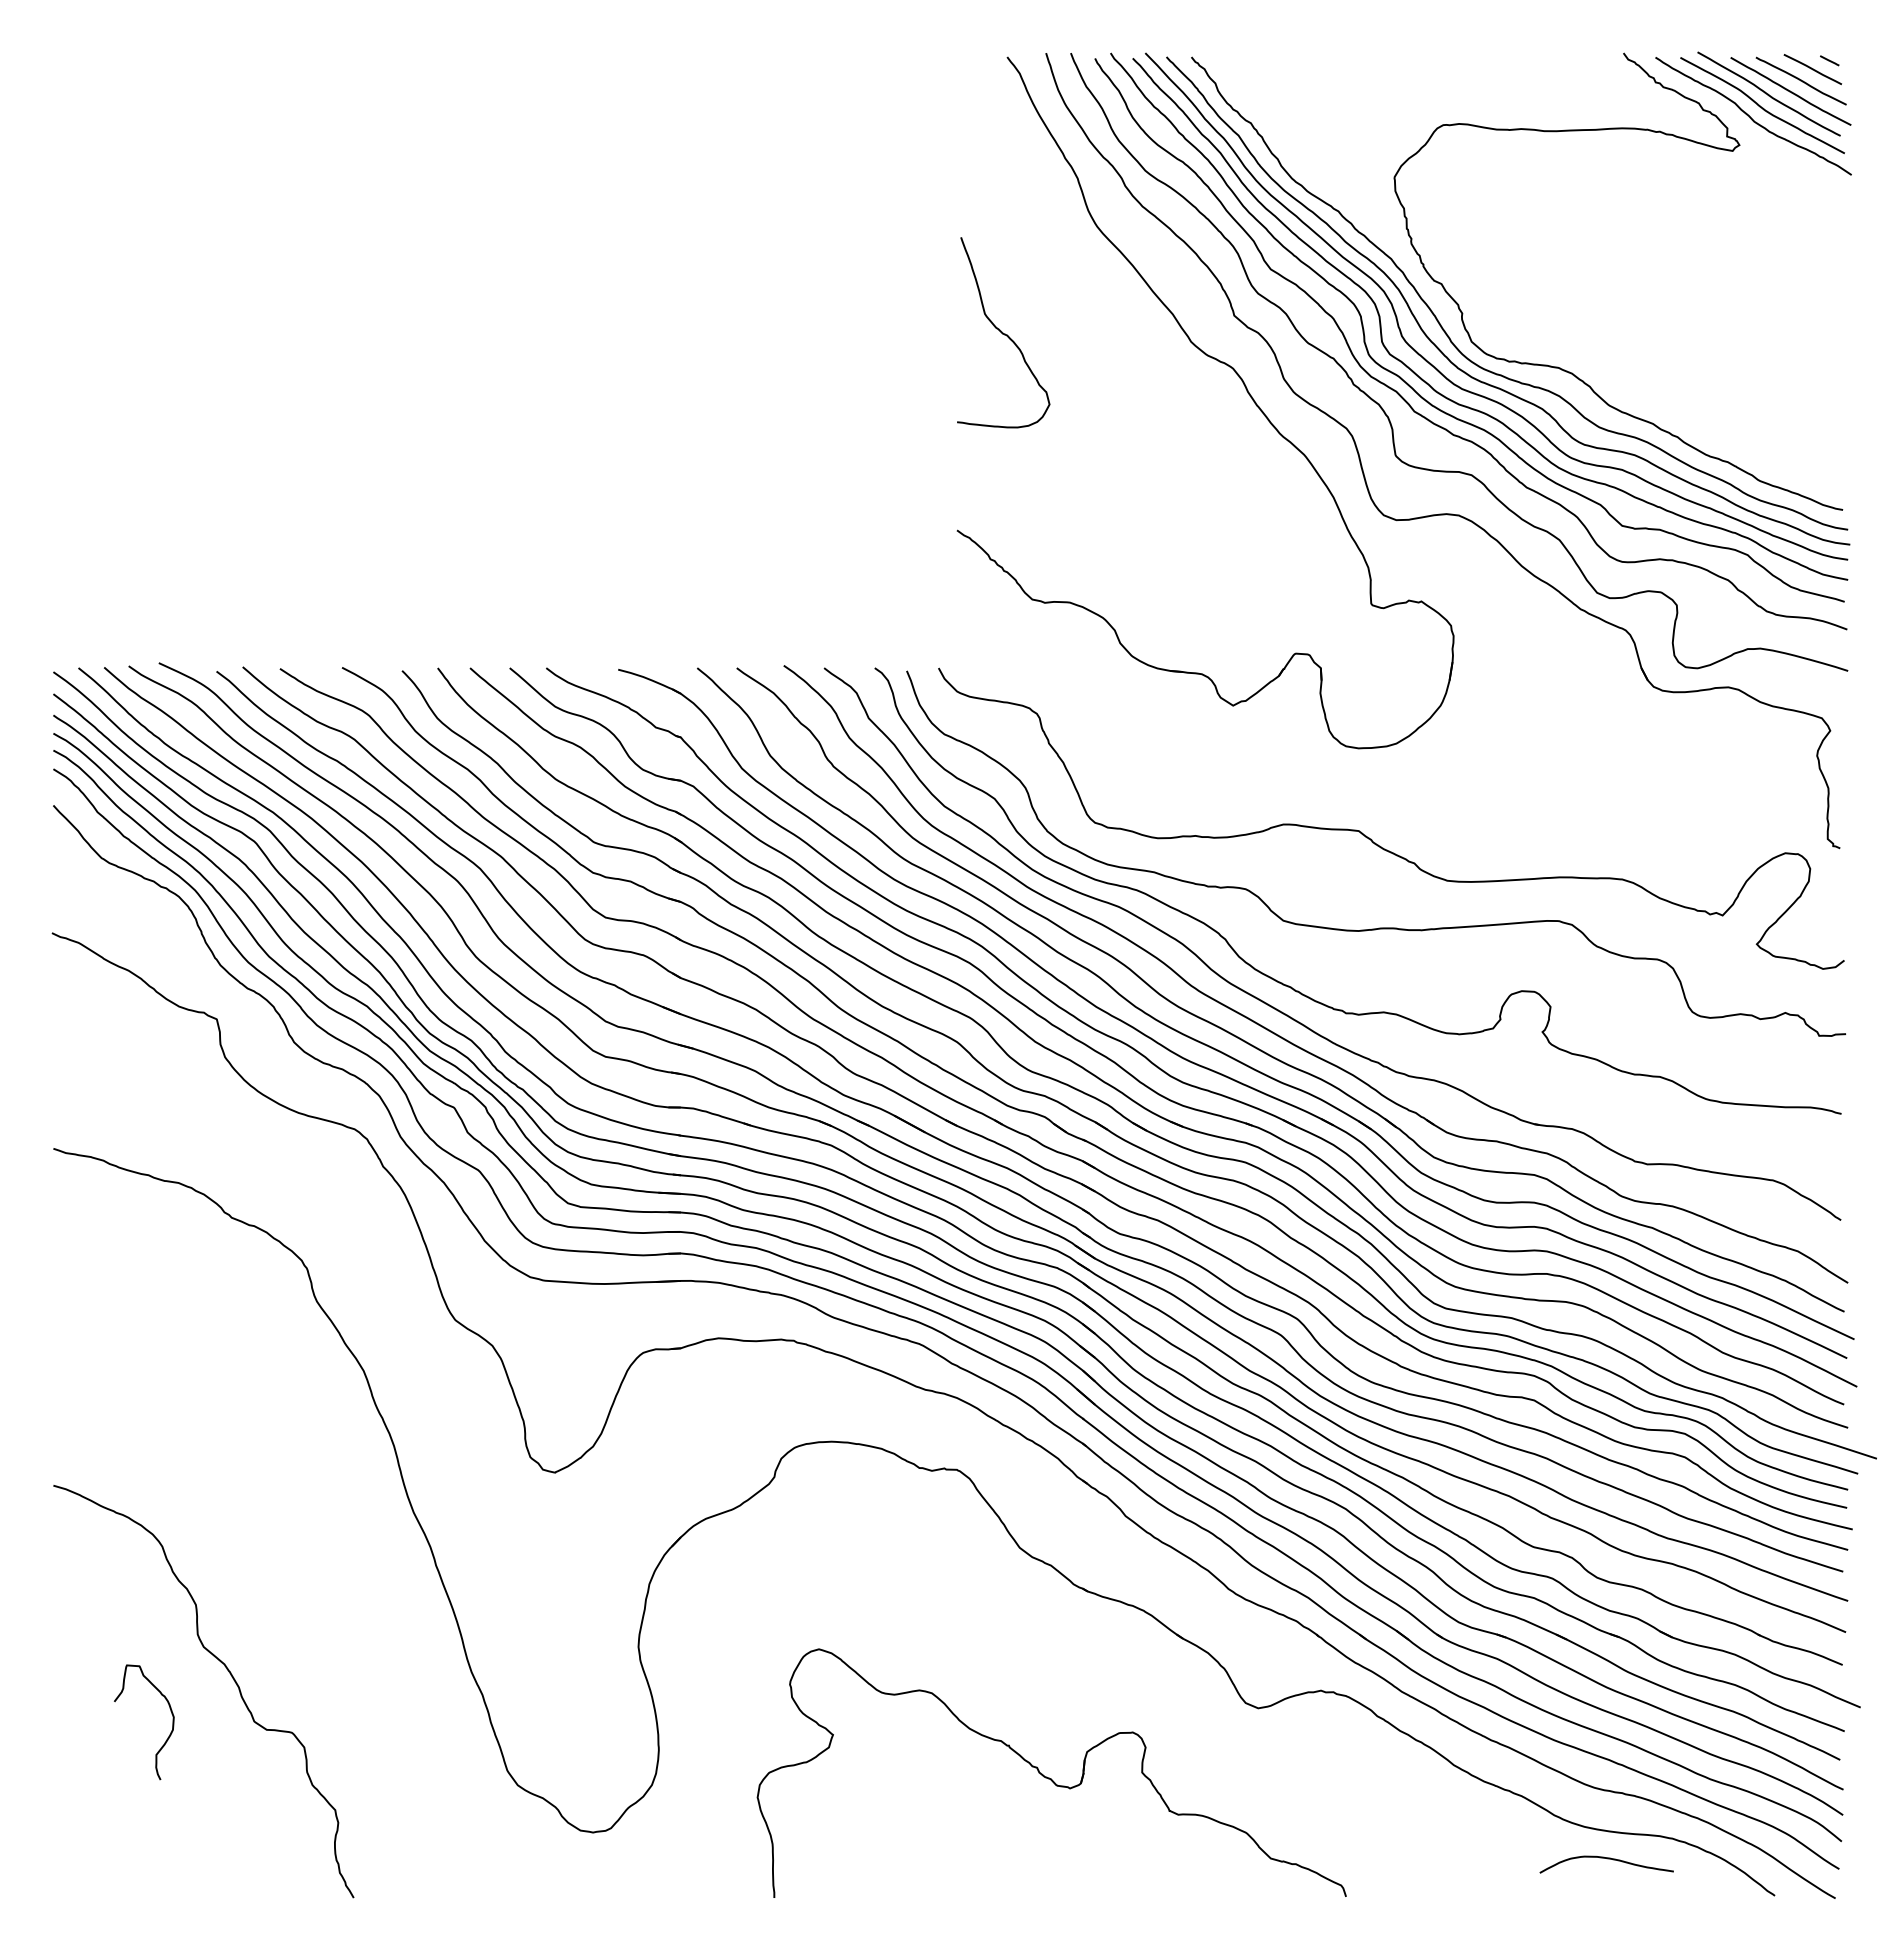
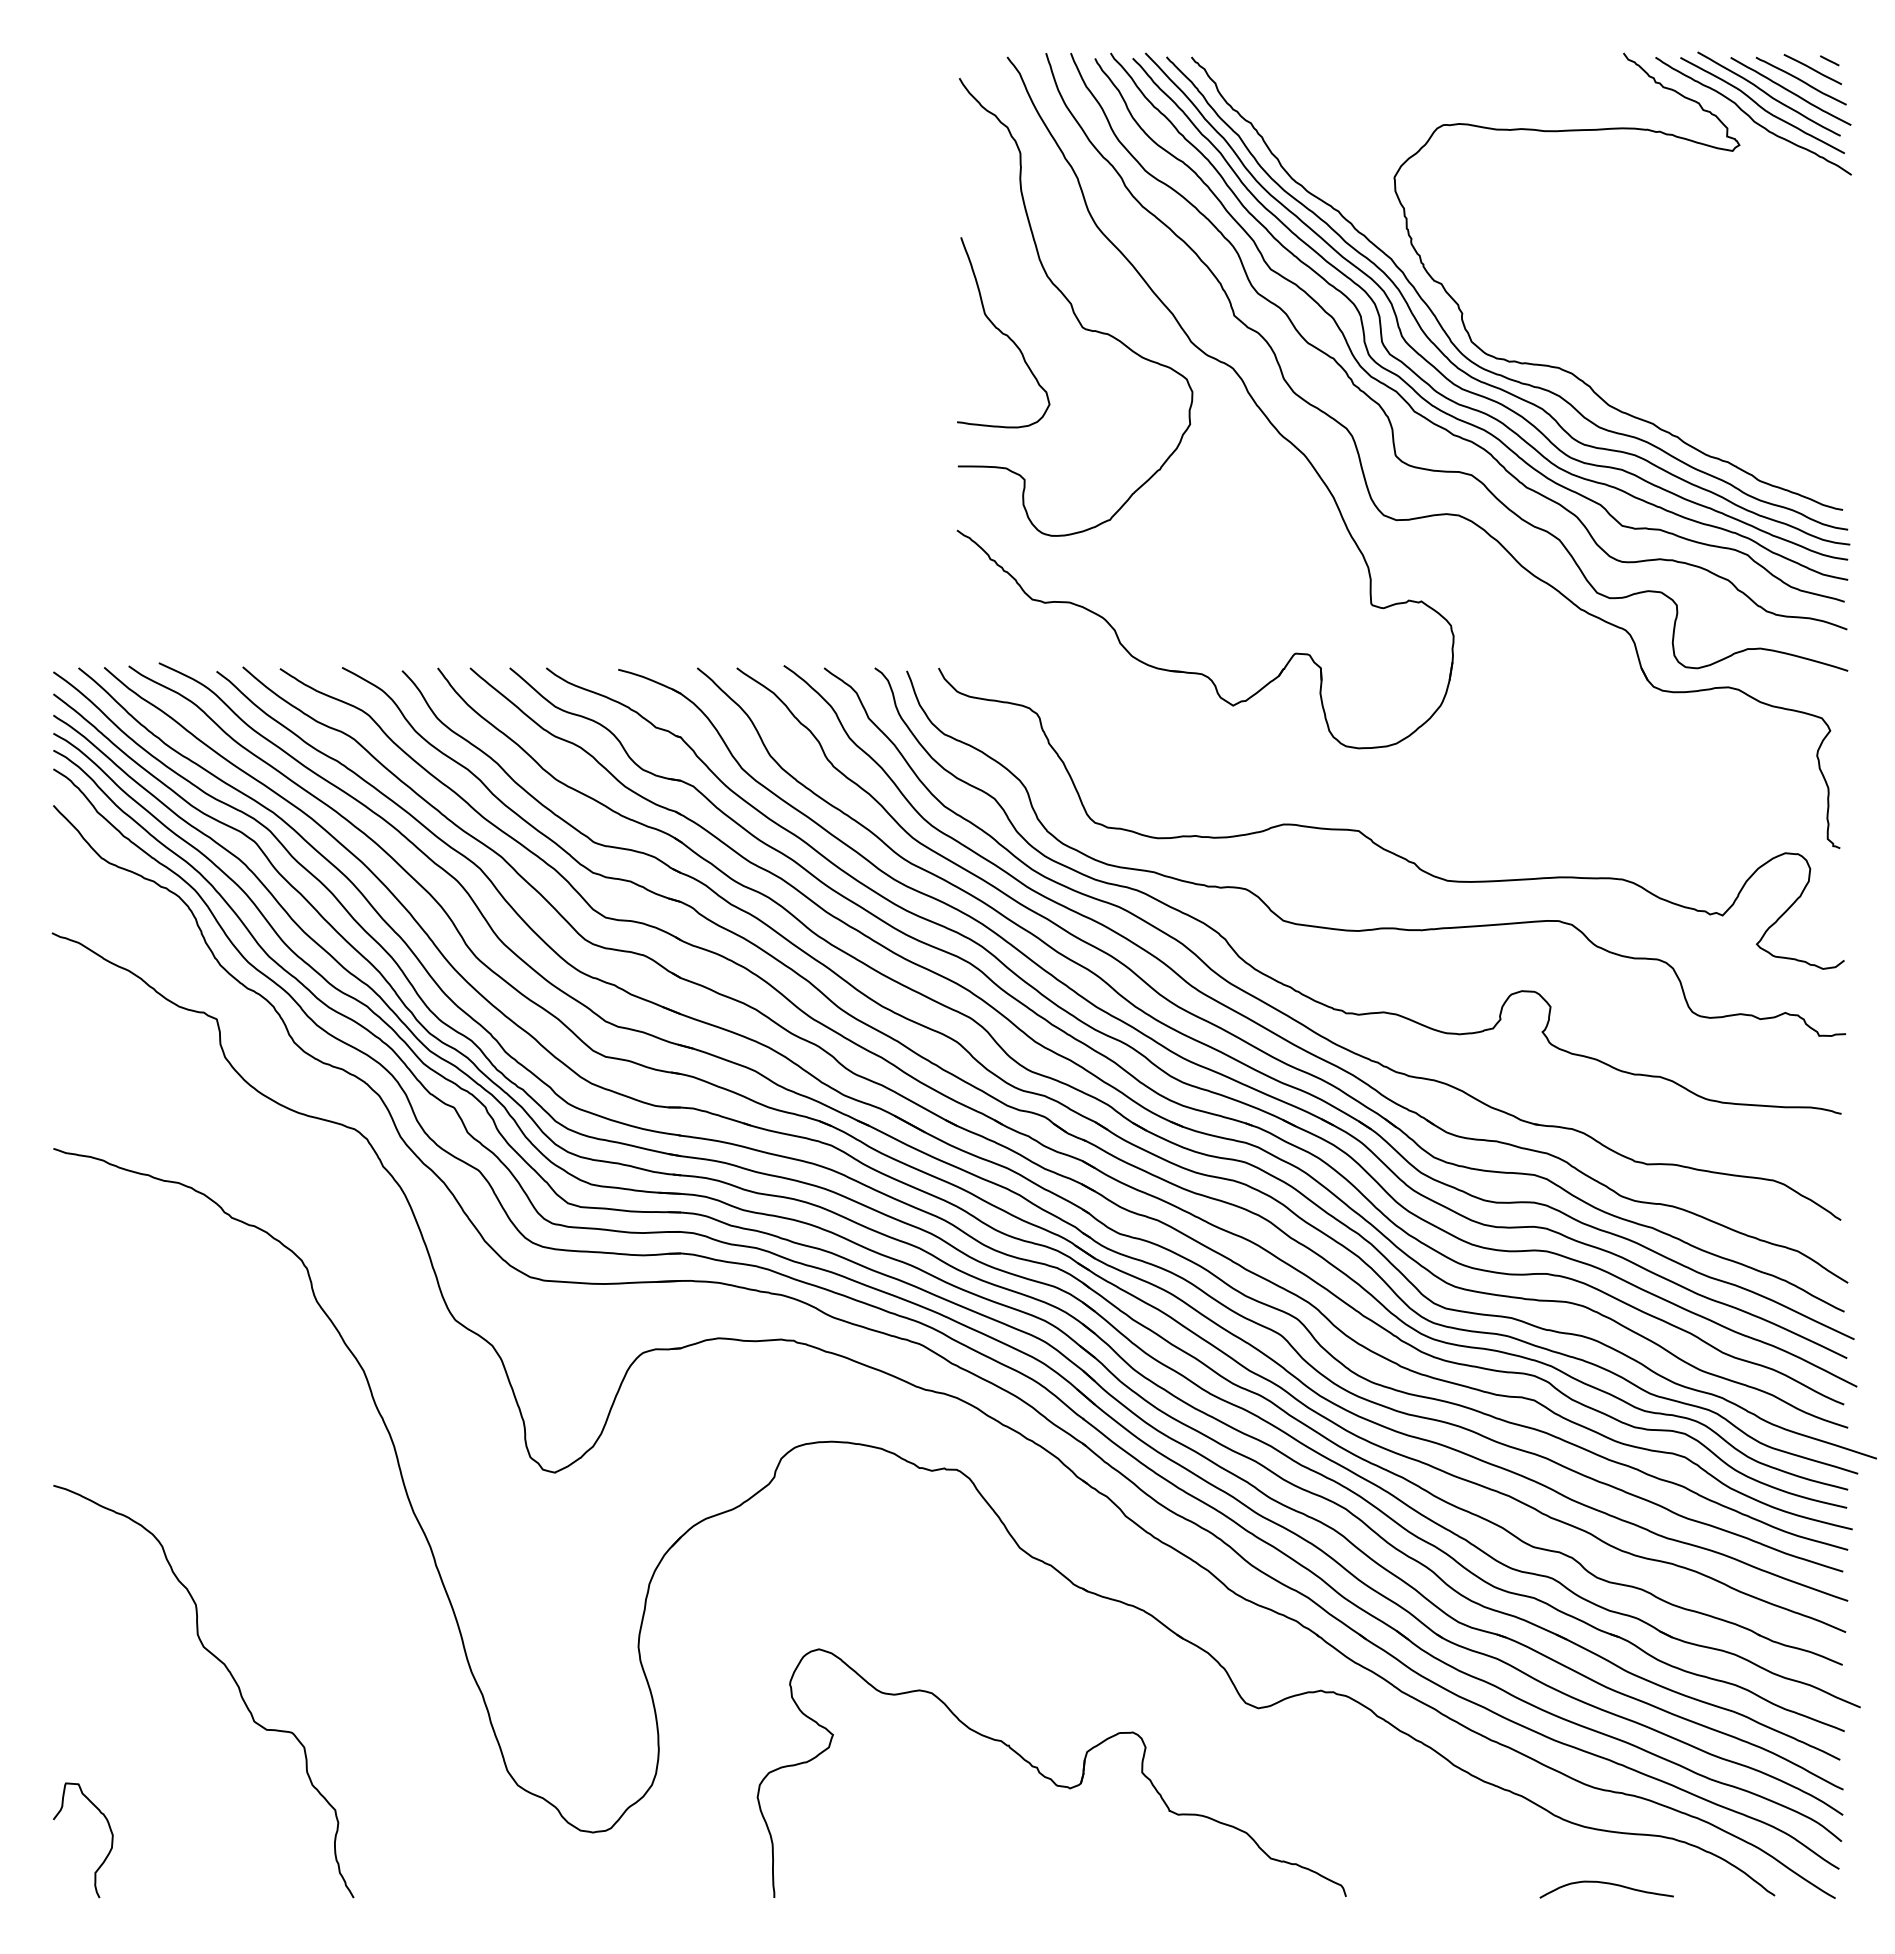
curve at (1073, 307): none -> present
curve at (167, 1737) position: (167, 1737) -> (106, 1855)
curve at (1607, 1859) position: (1607, 1859) -> (1607, 1884)
